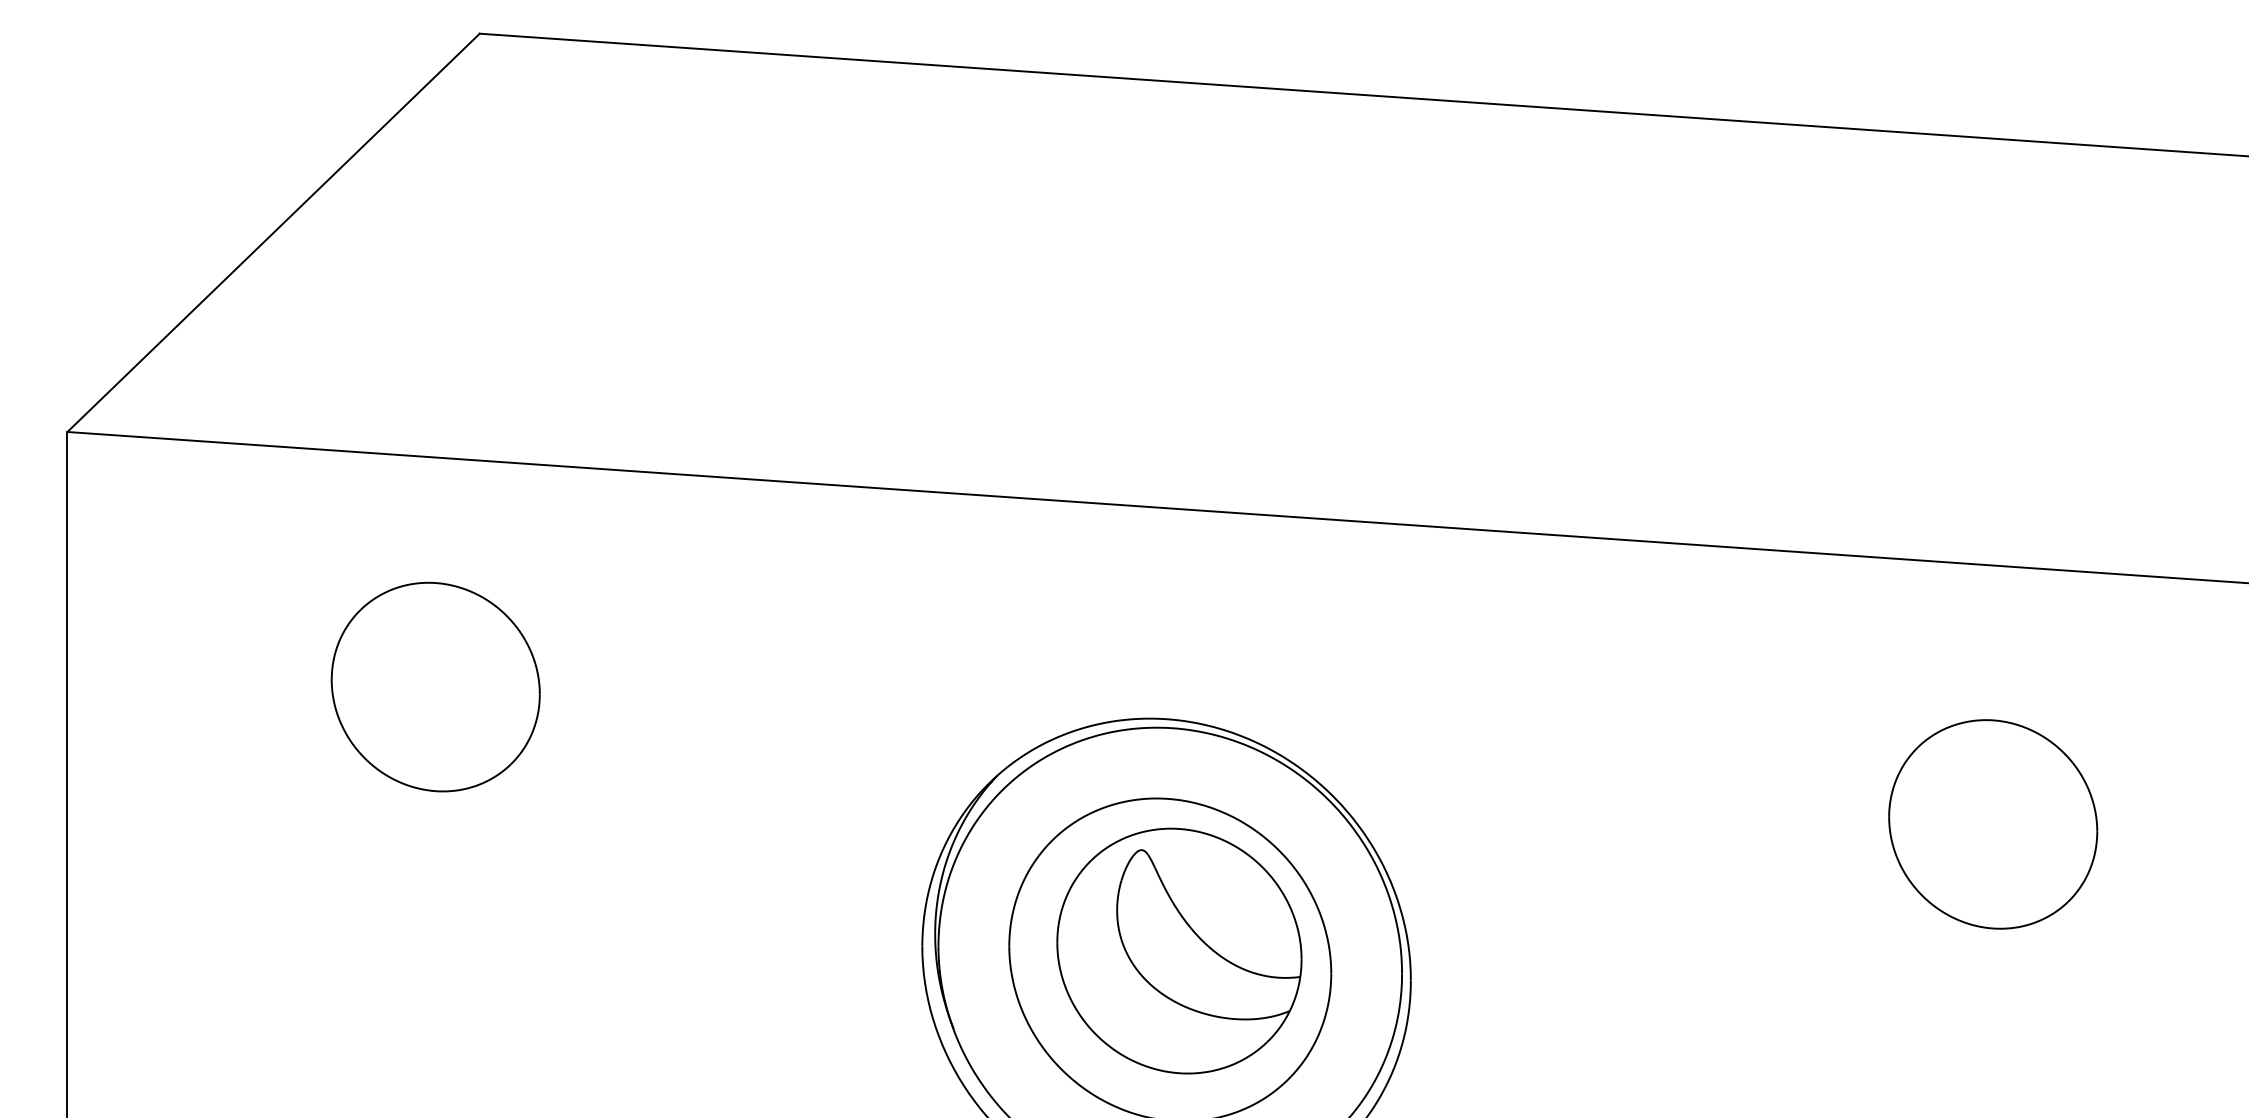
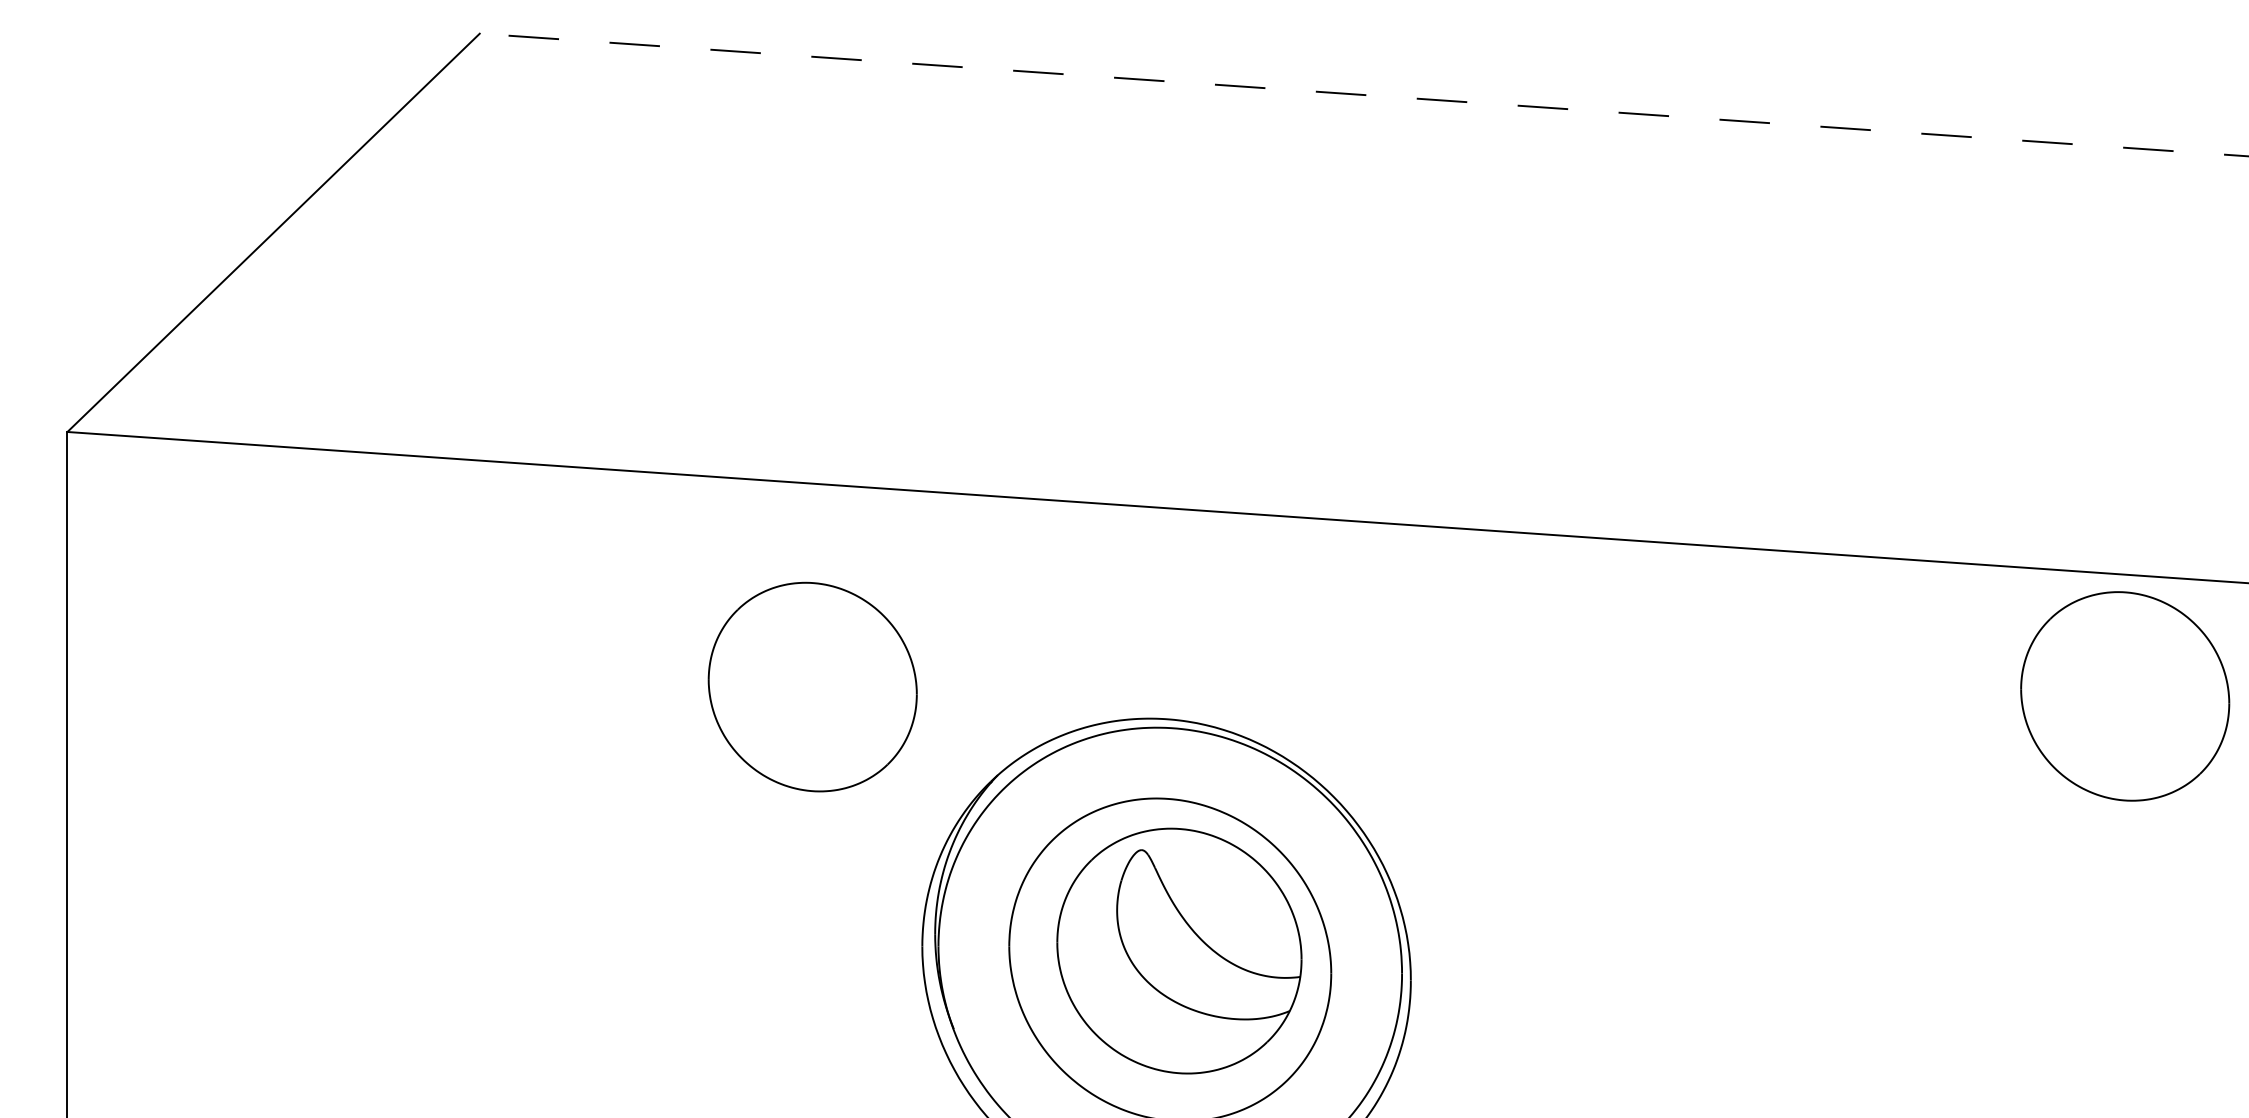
line at (1363, 94): solid -> dashed
part at (435, 686) position: (435, 686) -> (812, 686)
part at (1993, 824) position: (1993, 824) -> (2125, 696)
